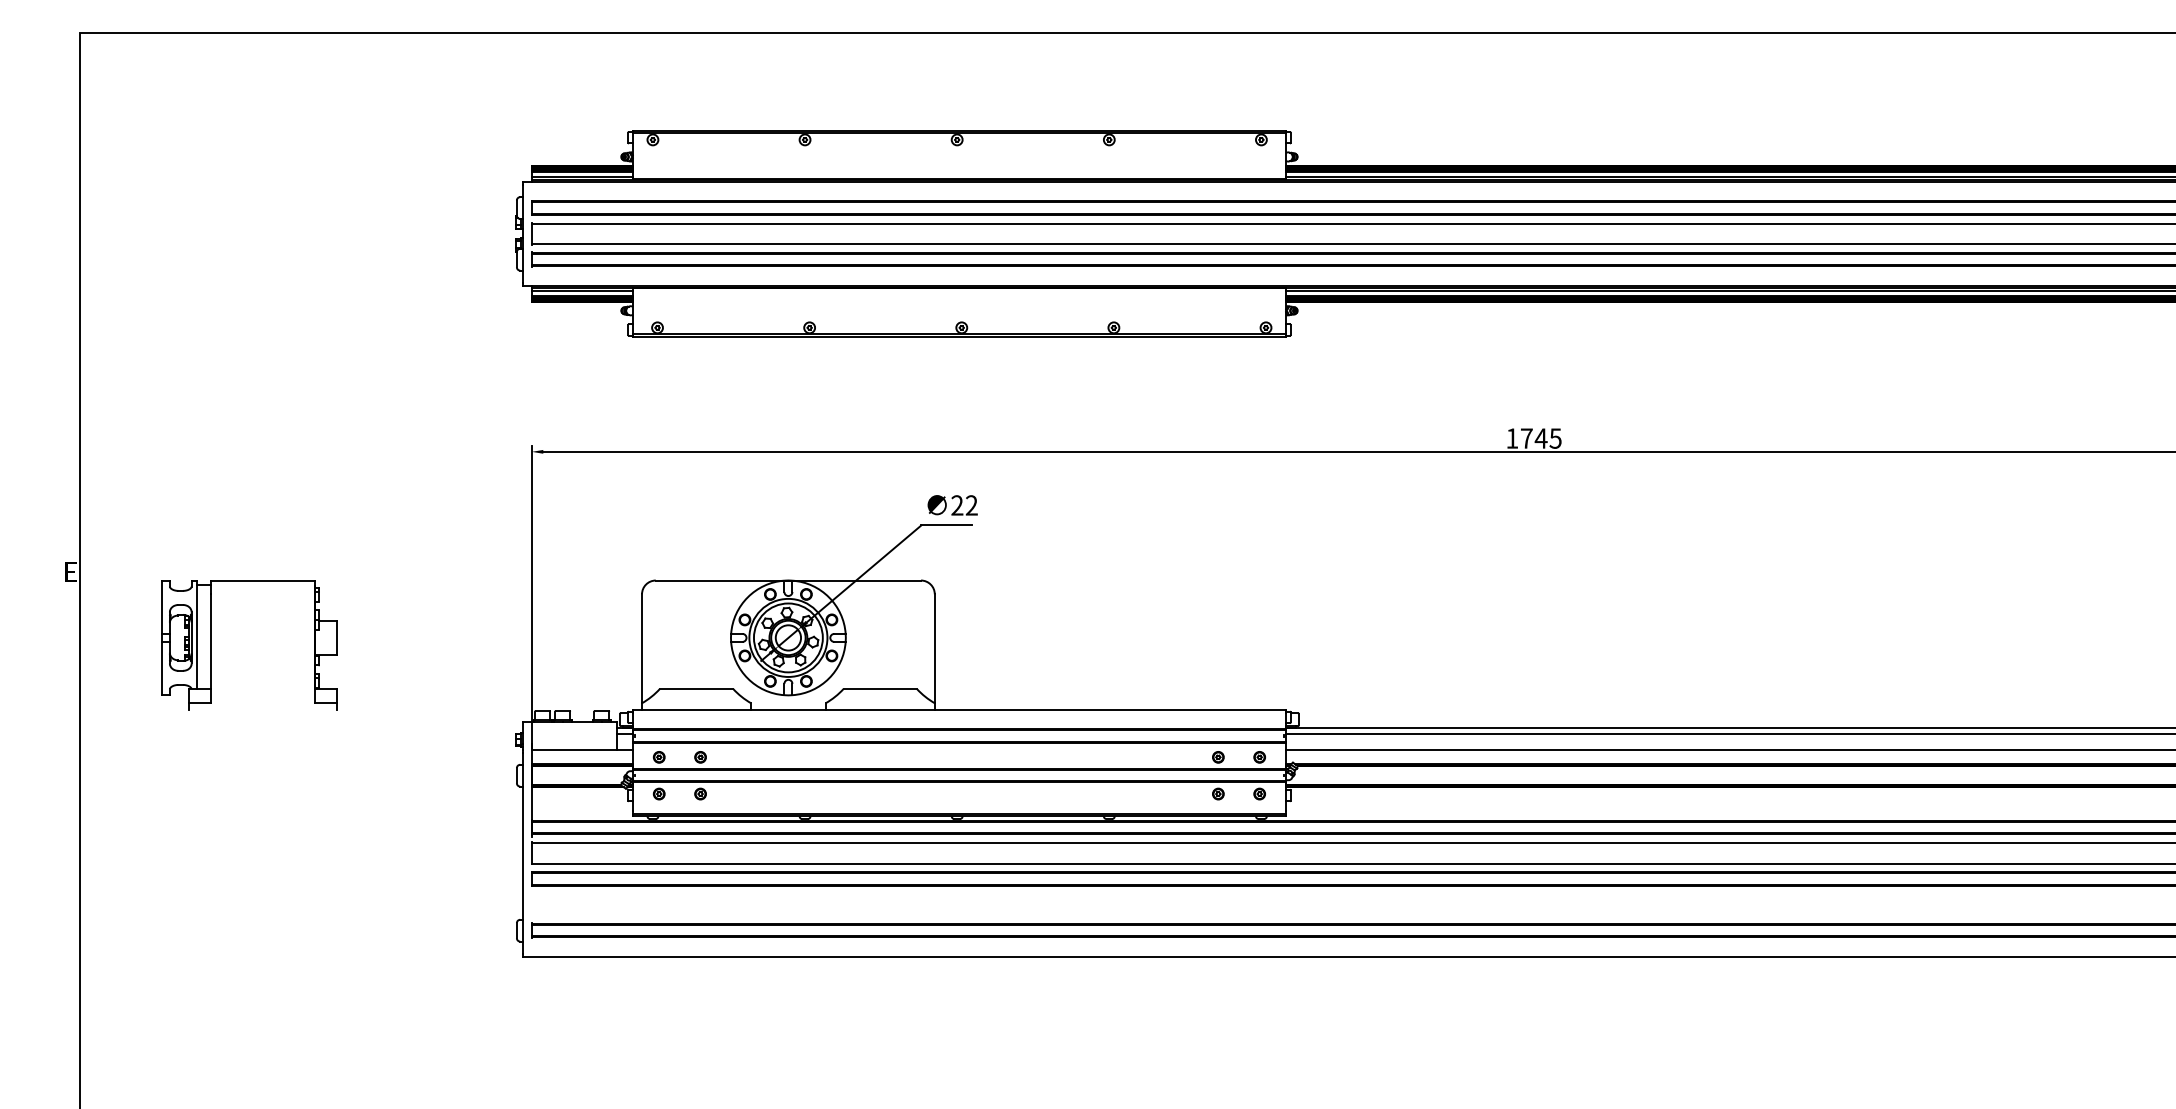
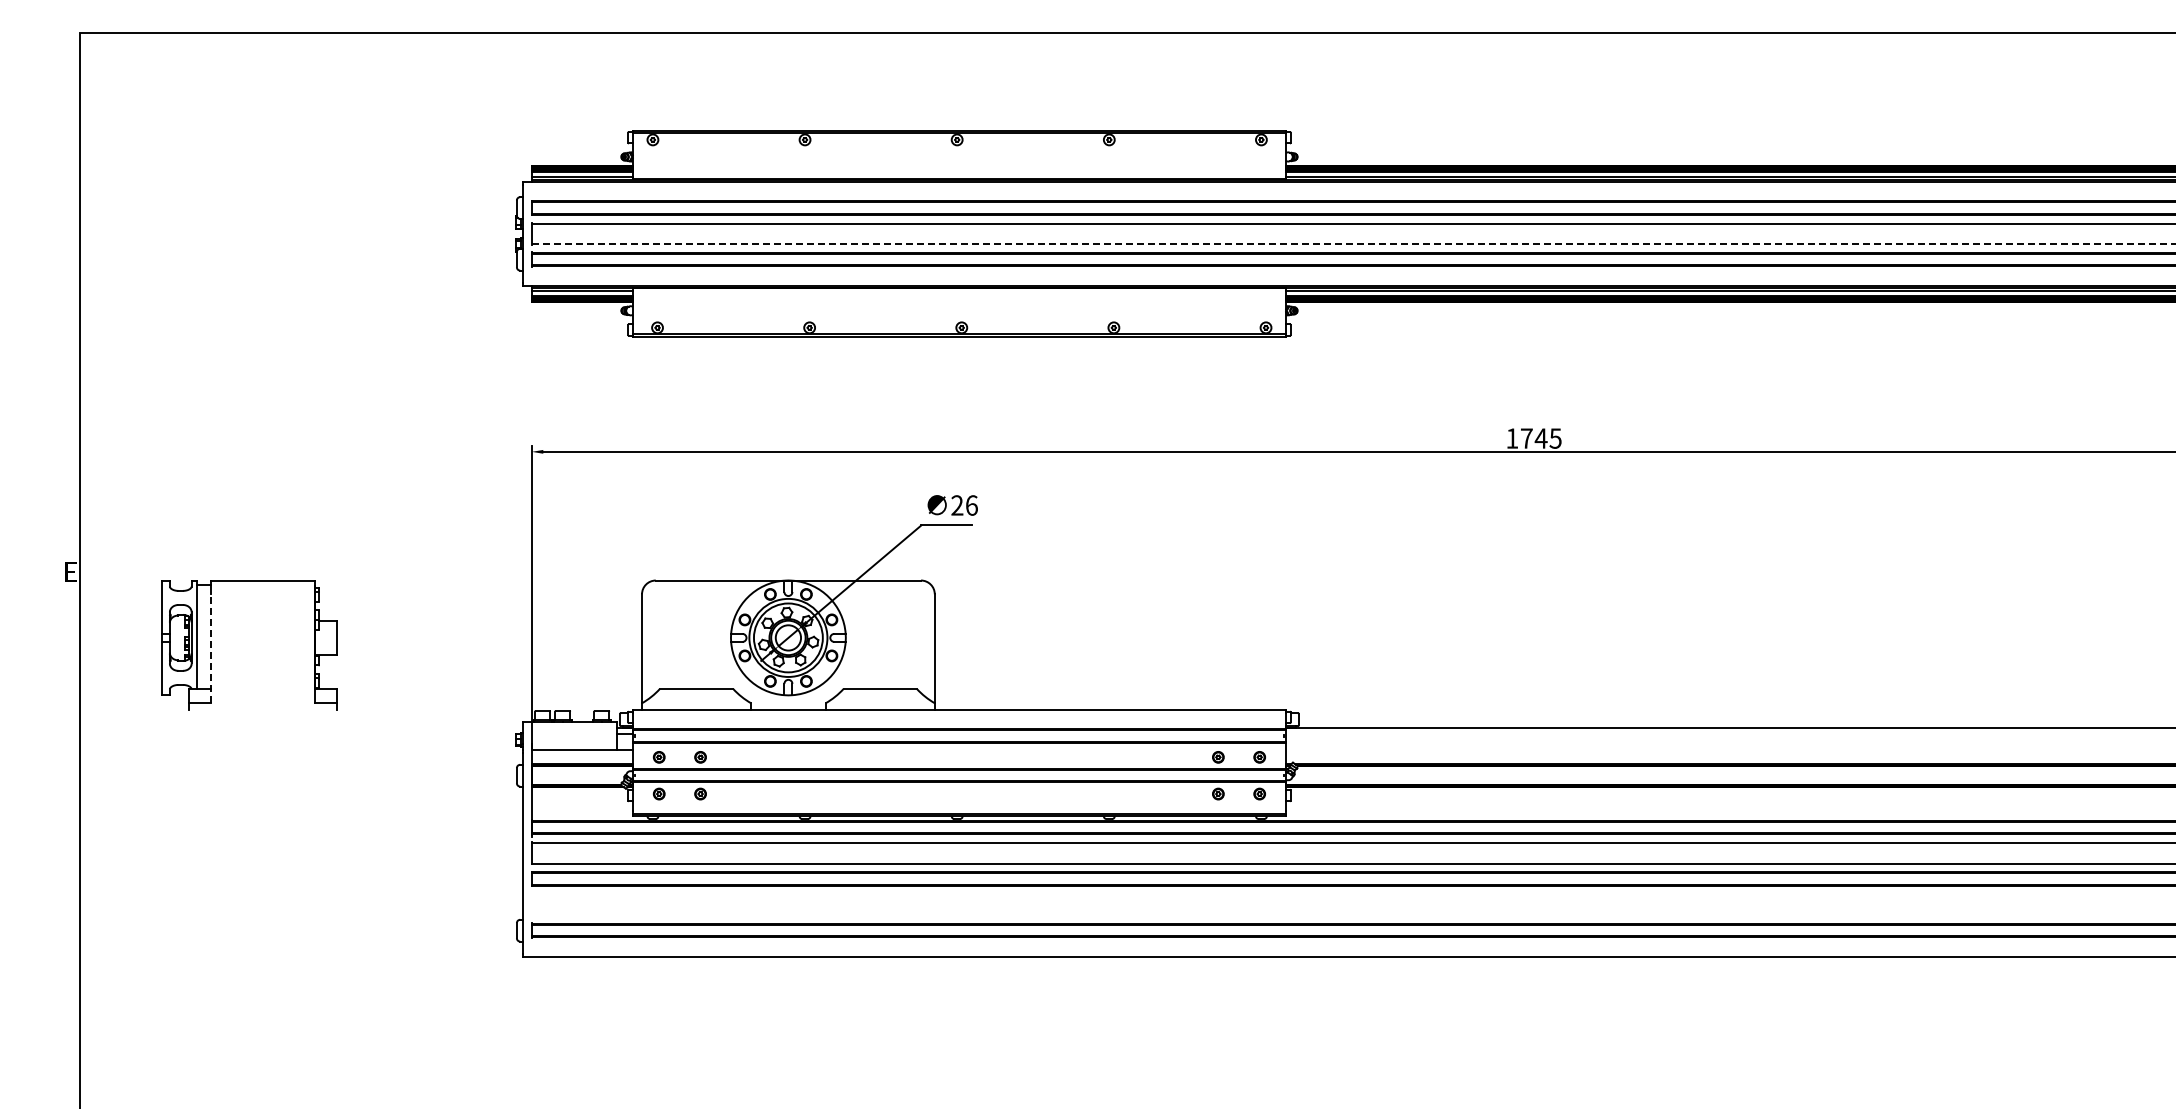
line at (1353, 244): solid -> dashed
text at (971, 505): 22 -> 26
line at (211, 648): solid -> dashed
line at (1729, 734): present -> none
line at (1729, 749): present -> none
